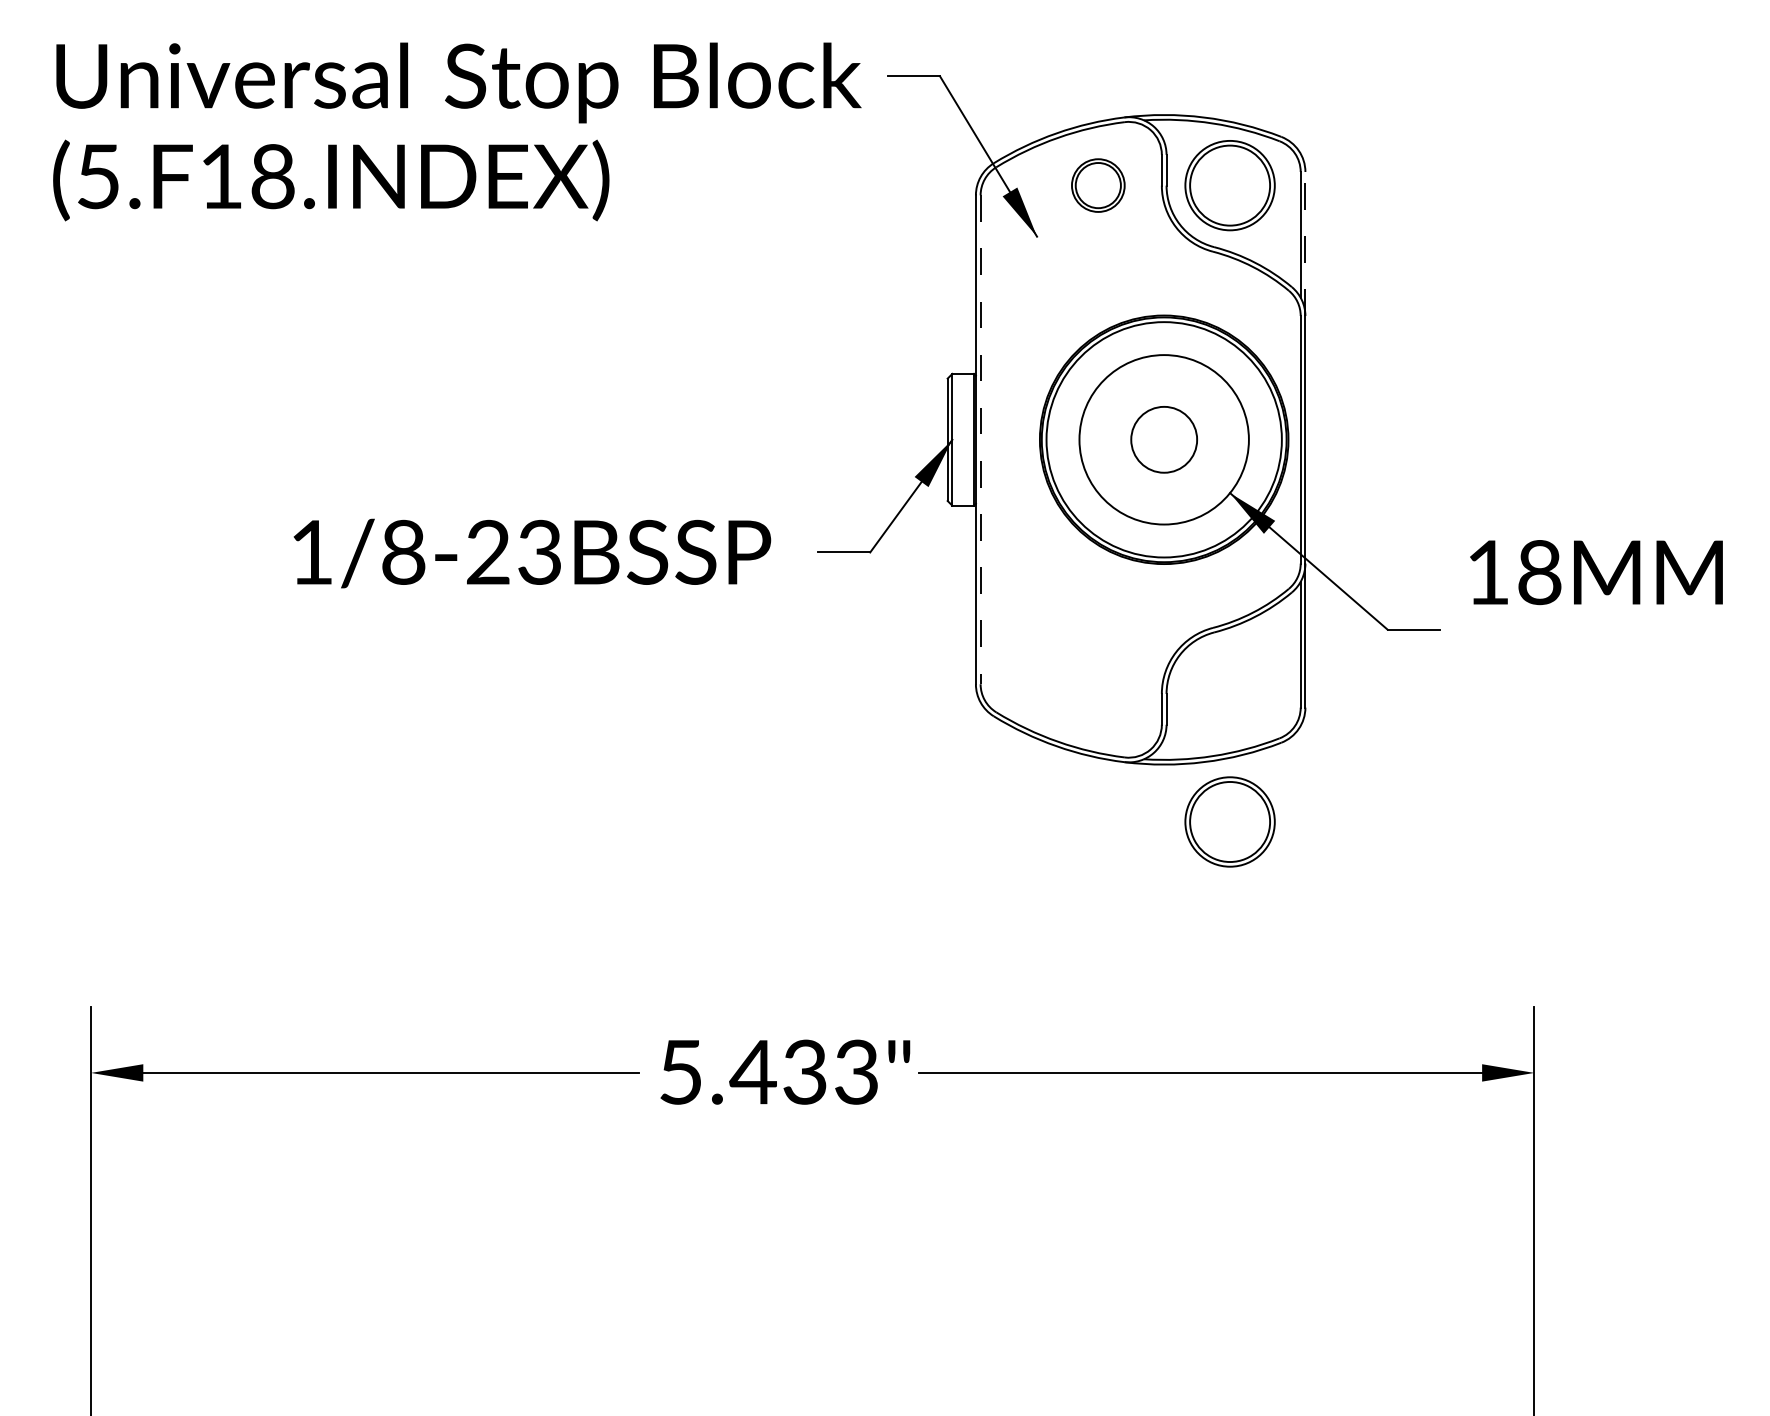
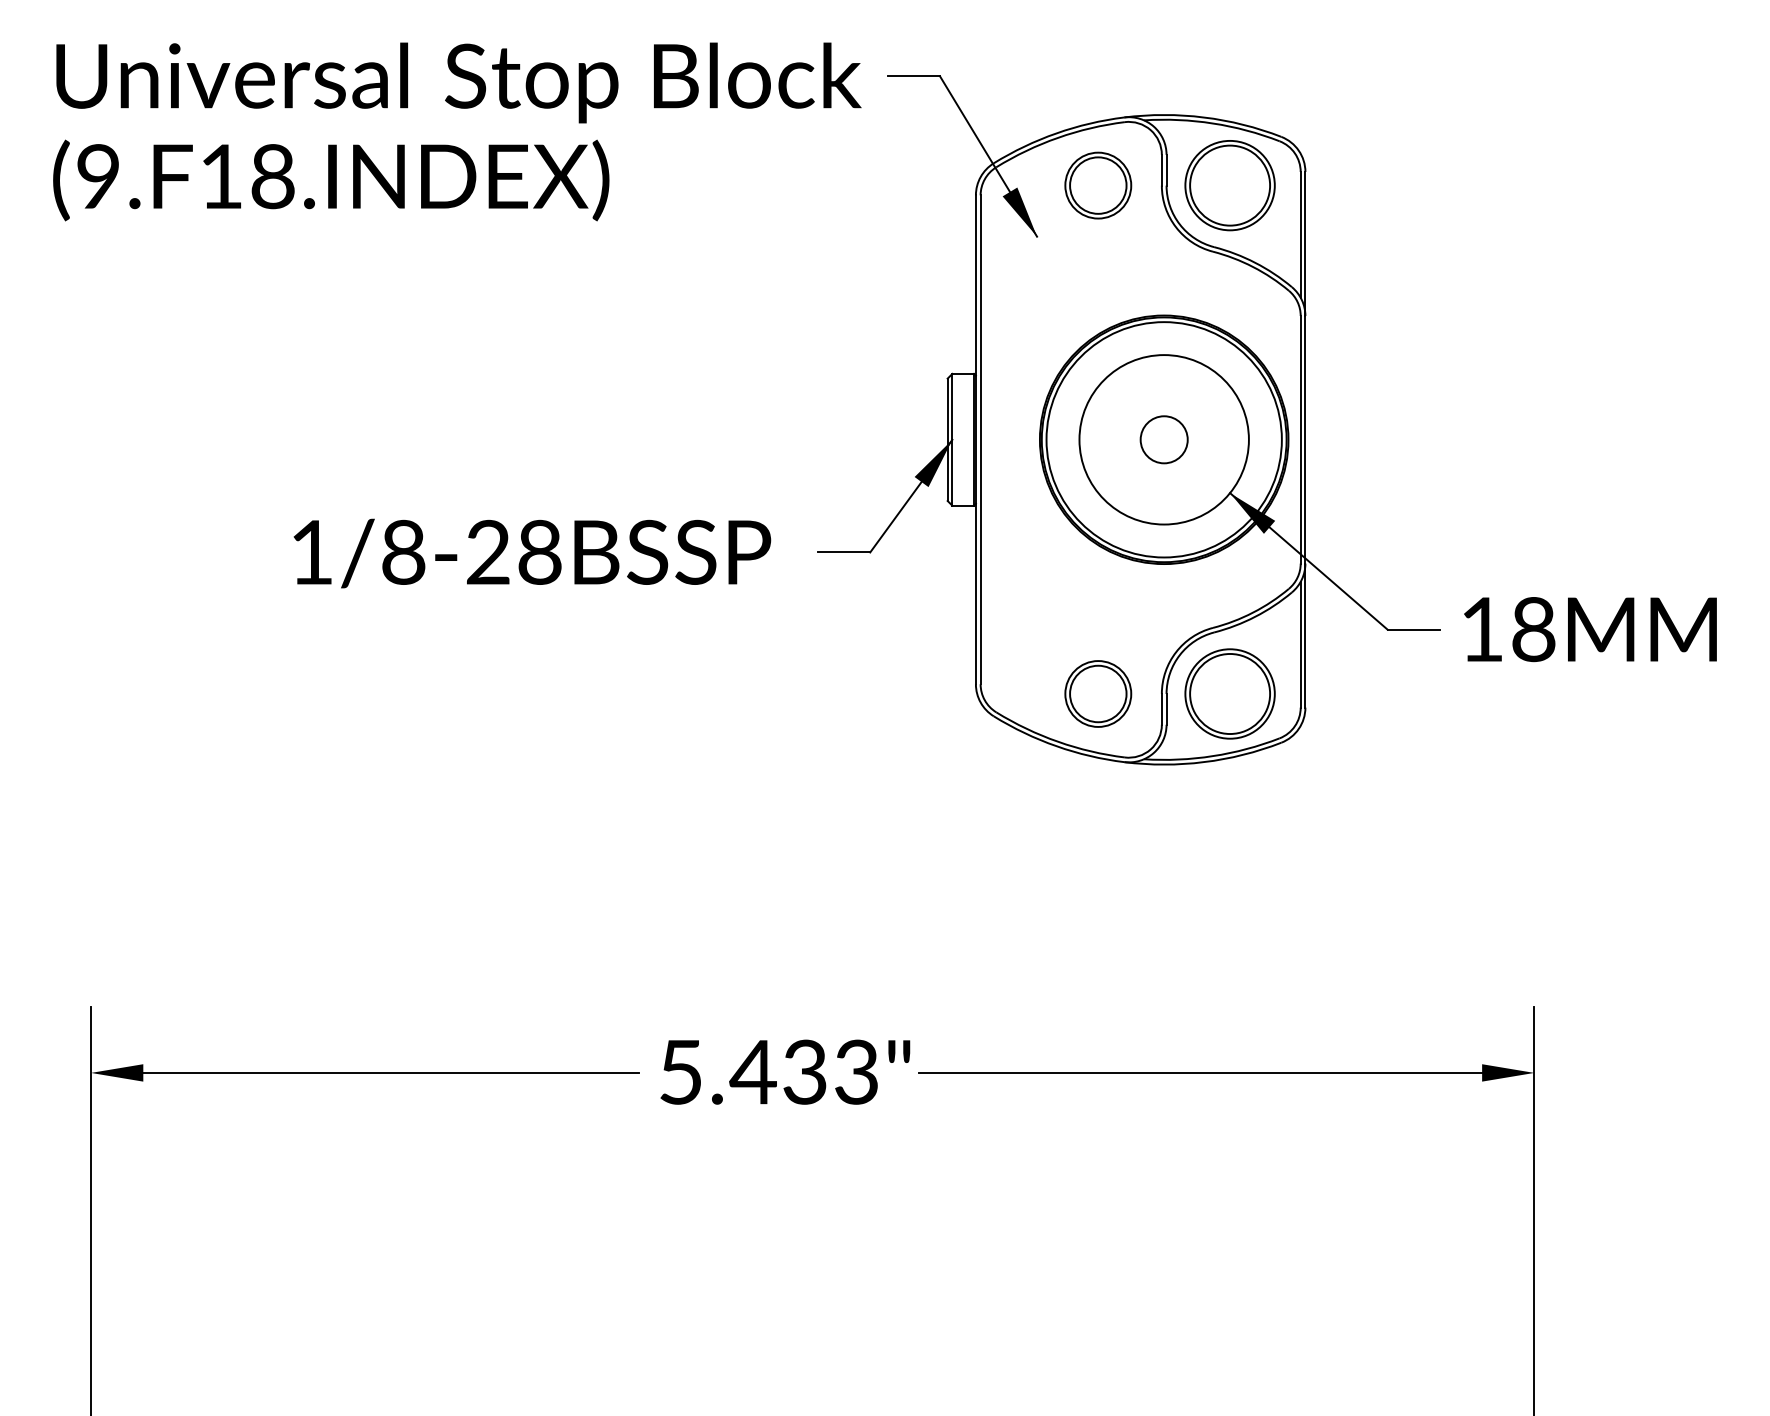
text at (97, 176): (5.F18.INDEX) -> (9.F18.INDEX)
part at (1098, 185) size: 55x55 px -> 69x69 px
line at (1305, 243): dashed -> solid
circle at (1164, 439) diameter: 66 px -> 47 px
line at (980, 440): dashed -> solid
text at (539, 552): 1/8-23 -> 1/8-28
text at (1596, 572) position: (1596, 572) -> (1590, 629)
part at (1098, 693): none -> present
part at (1229, 821) position: (1229, 821) -> (1229, 693)
